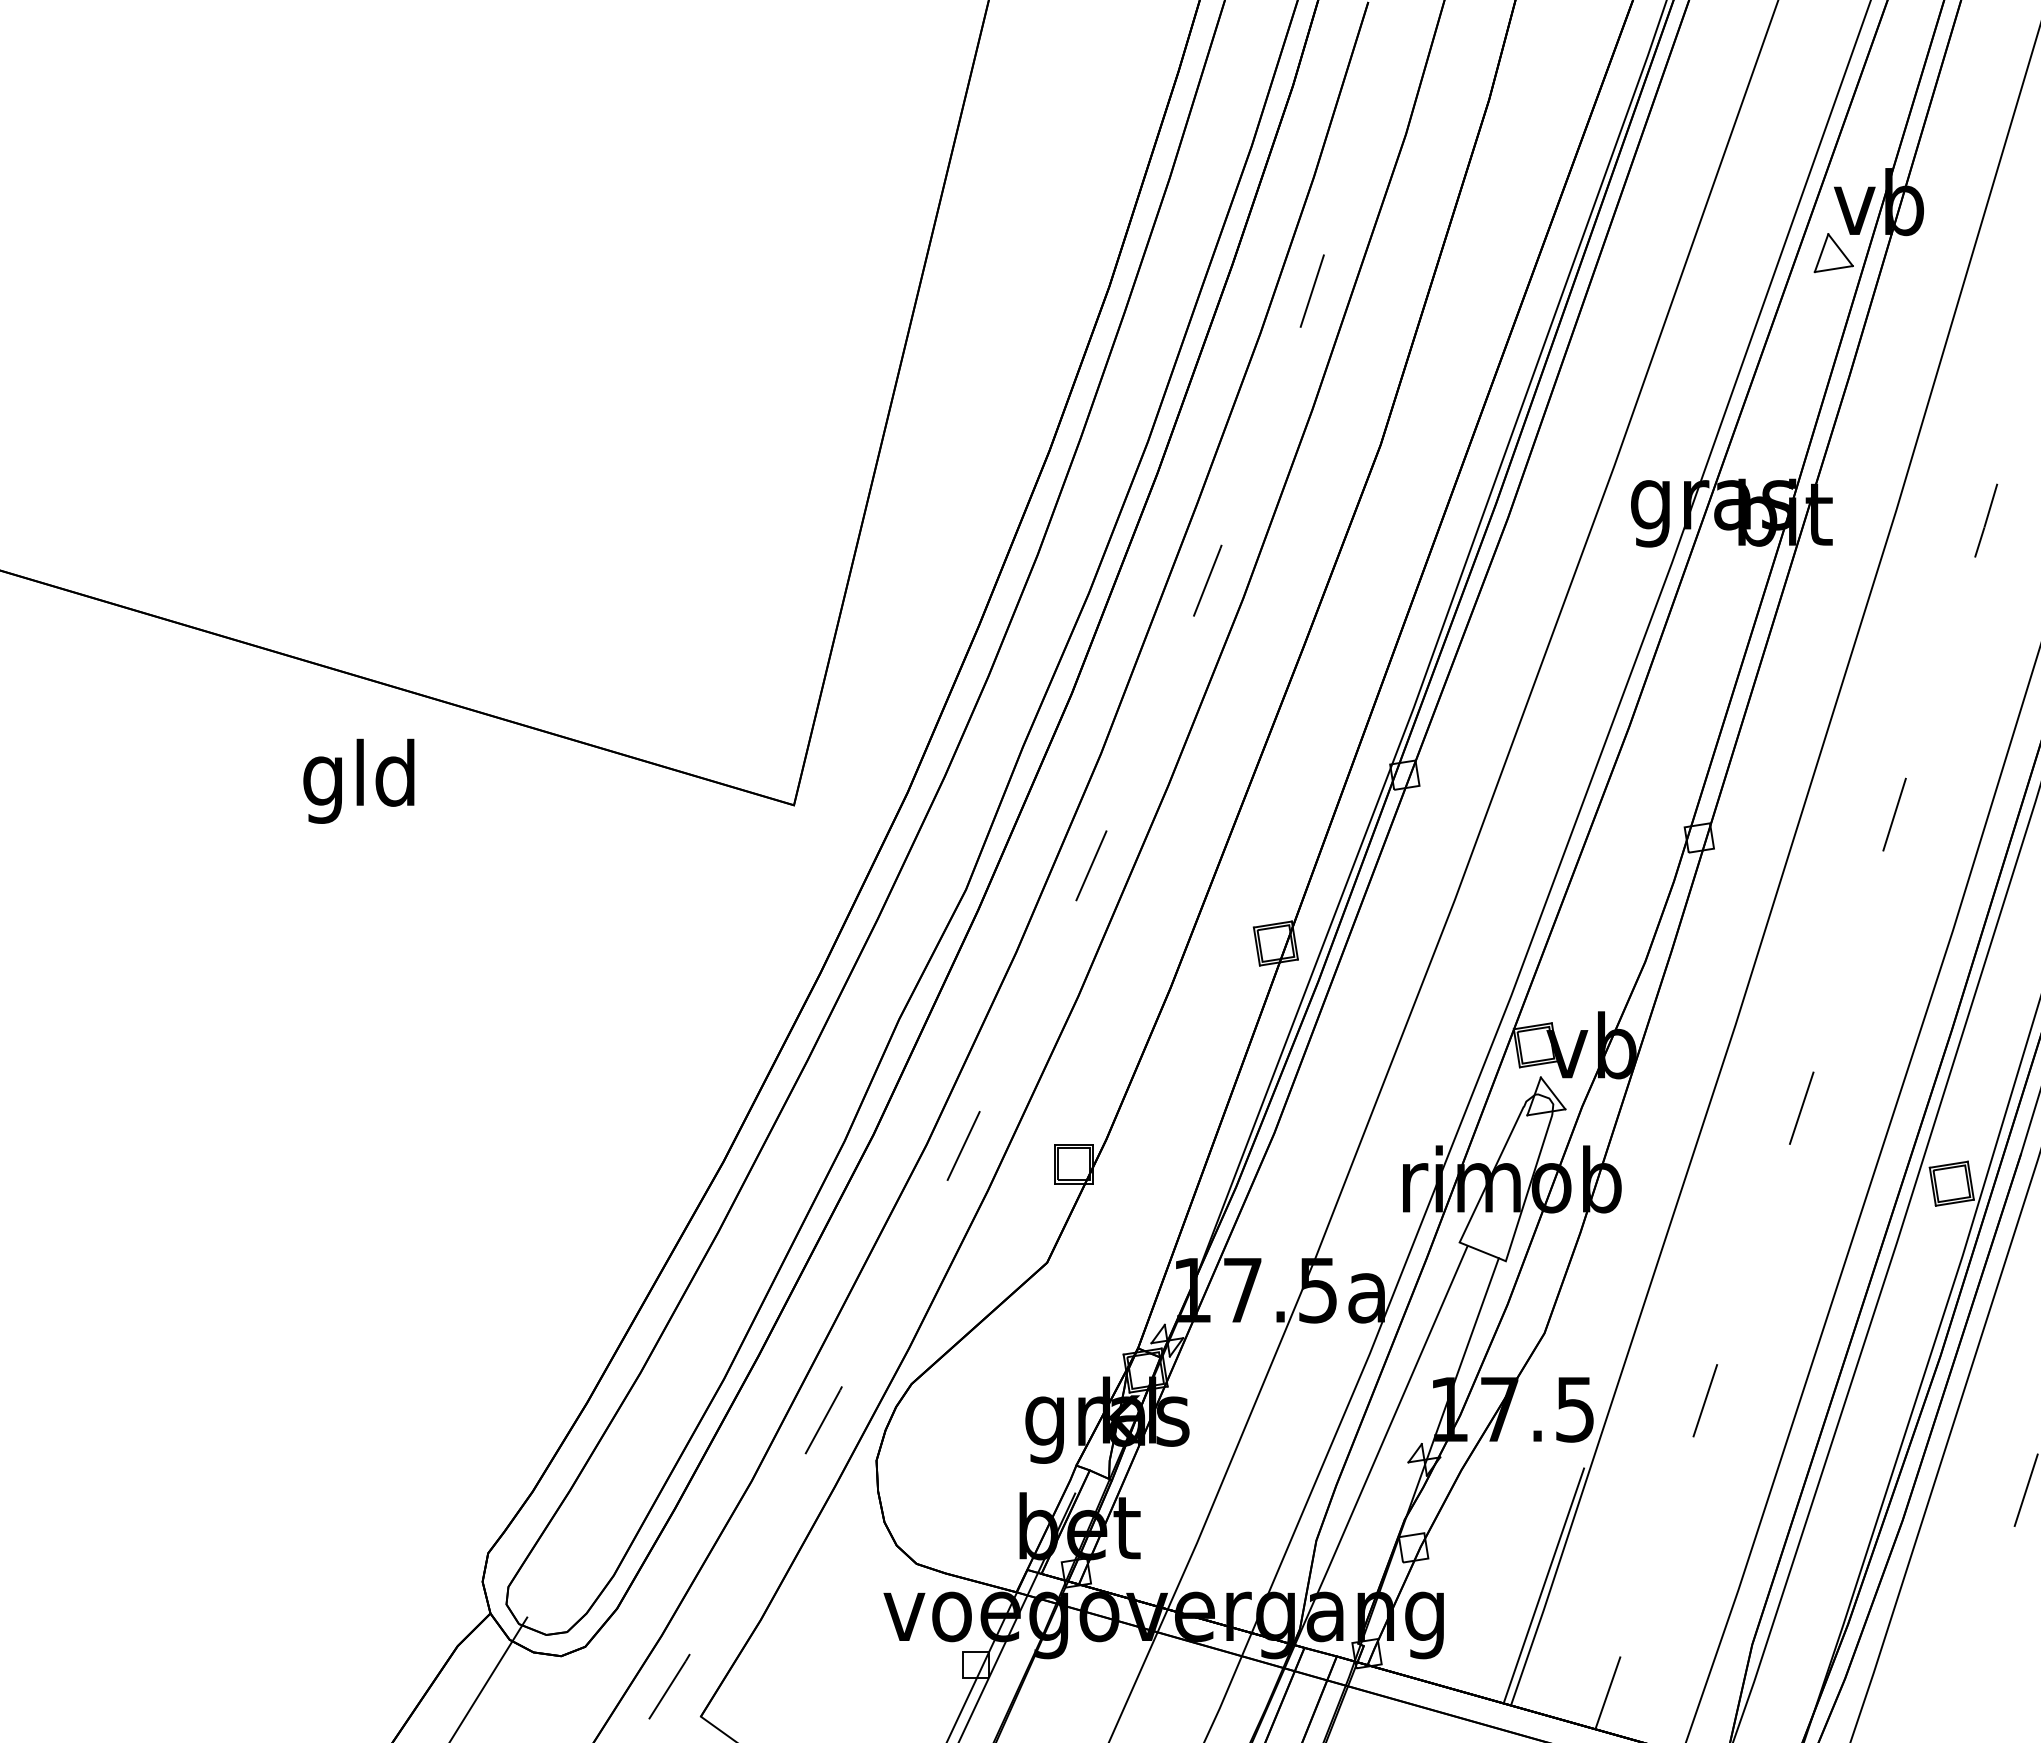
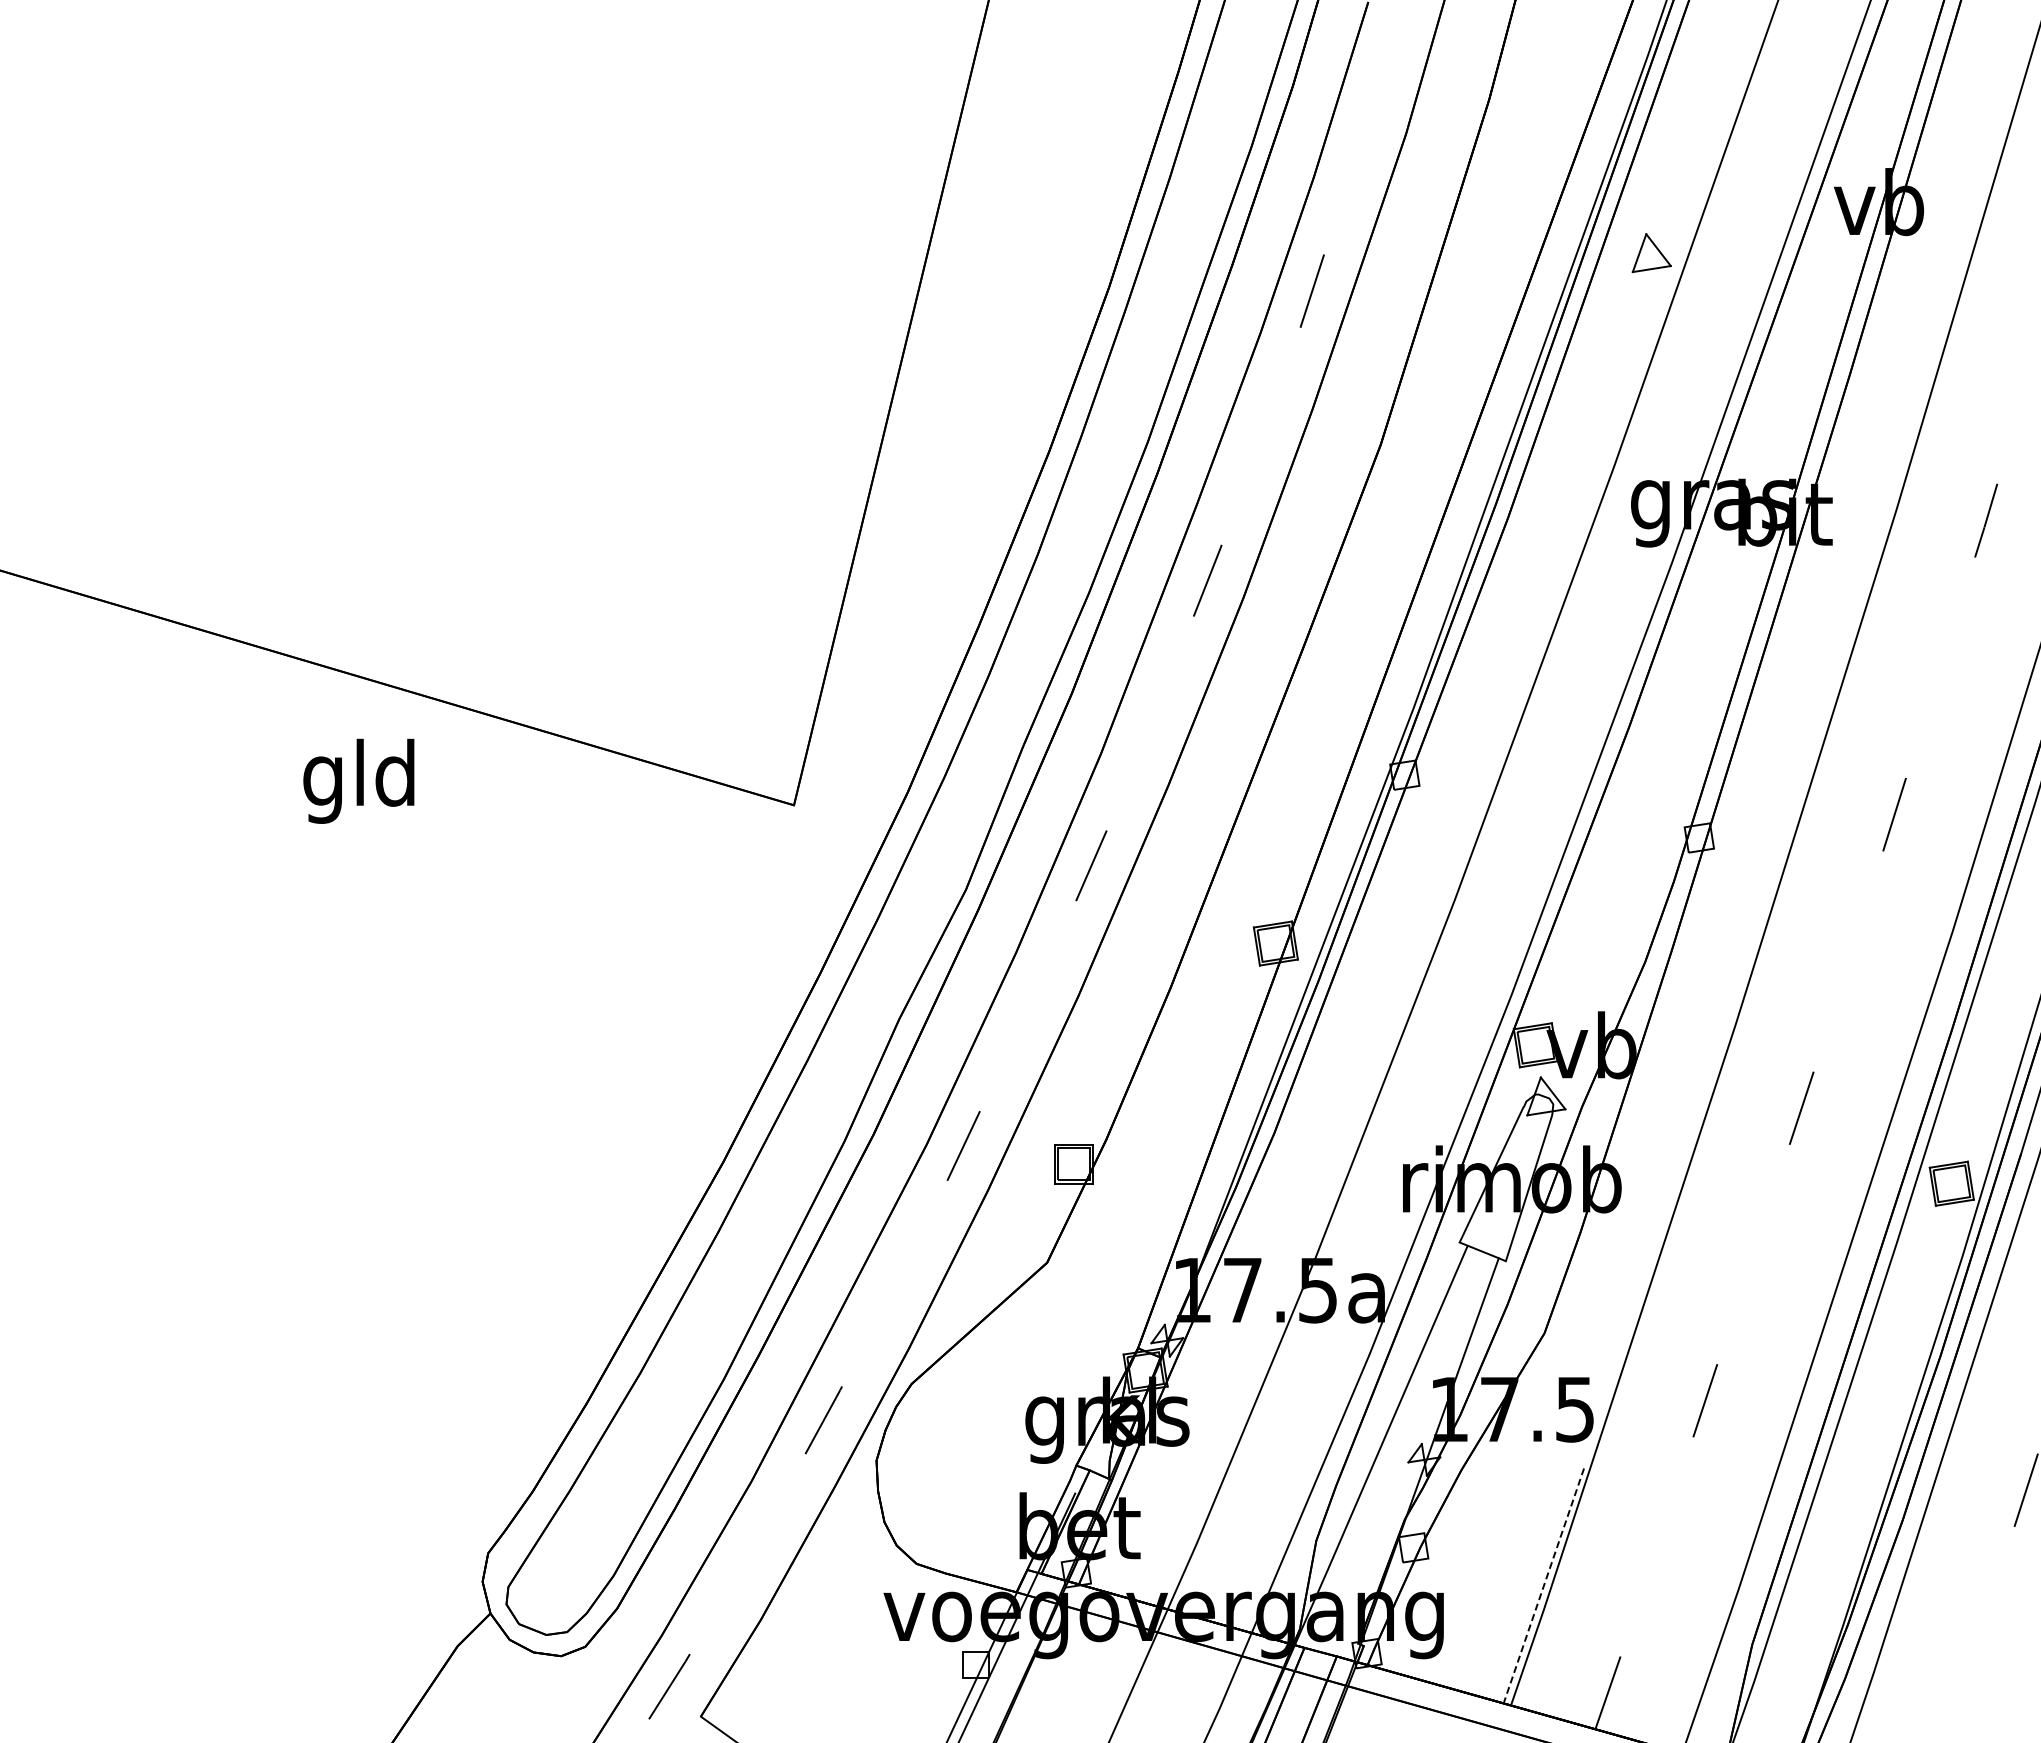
part at (1833, 253) position: (1833, 253) -> (1651, 253)
line at (1543, 1586): solid -> dashed
line at (489, 1678): present -> none
